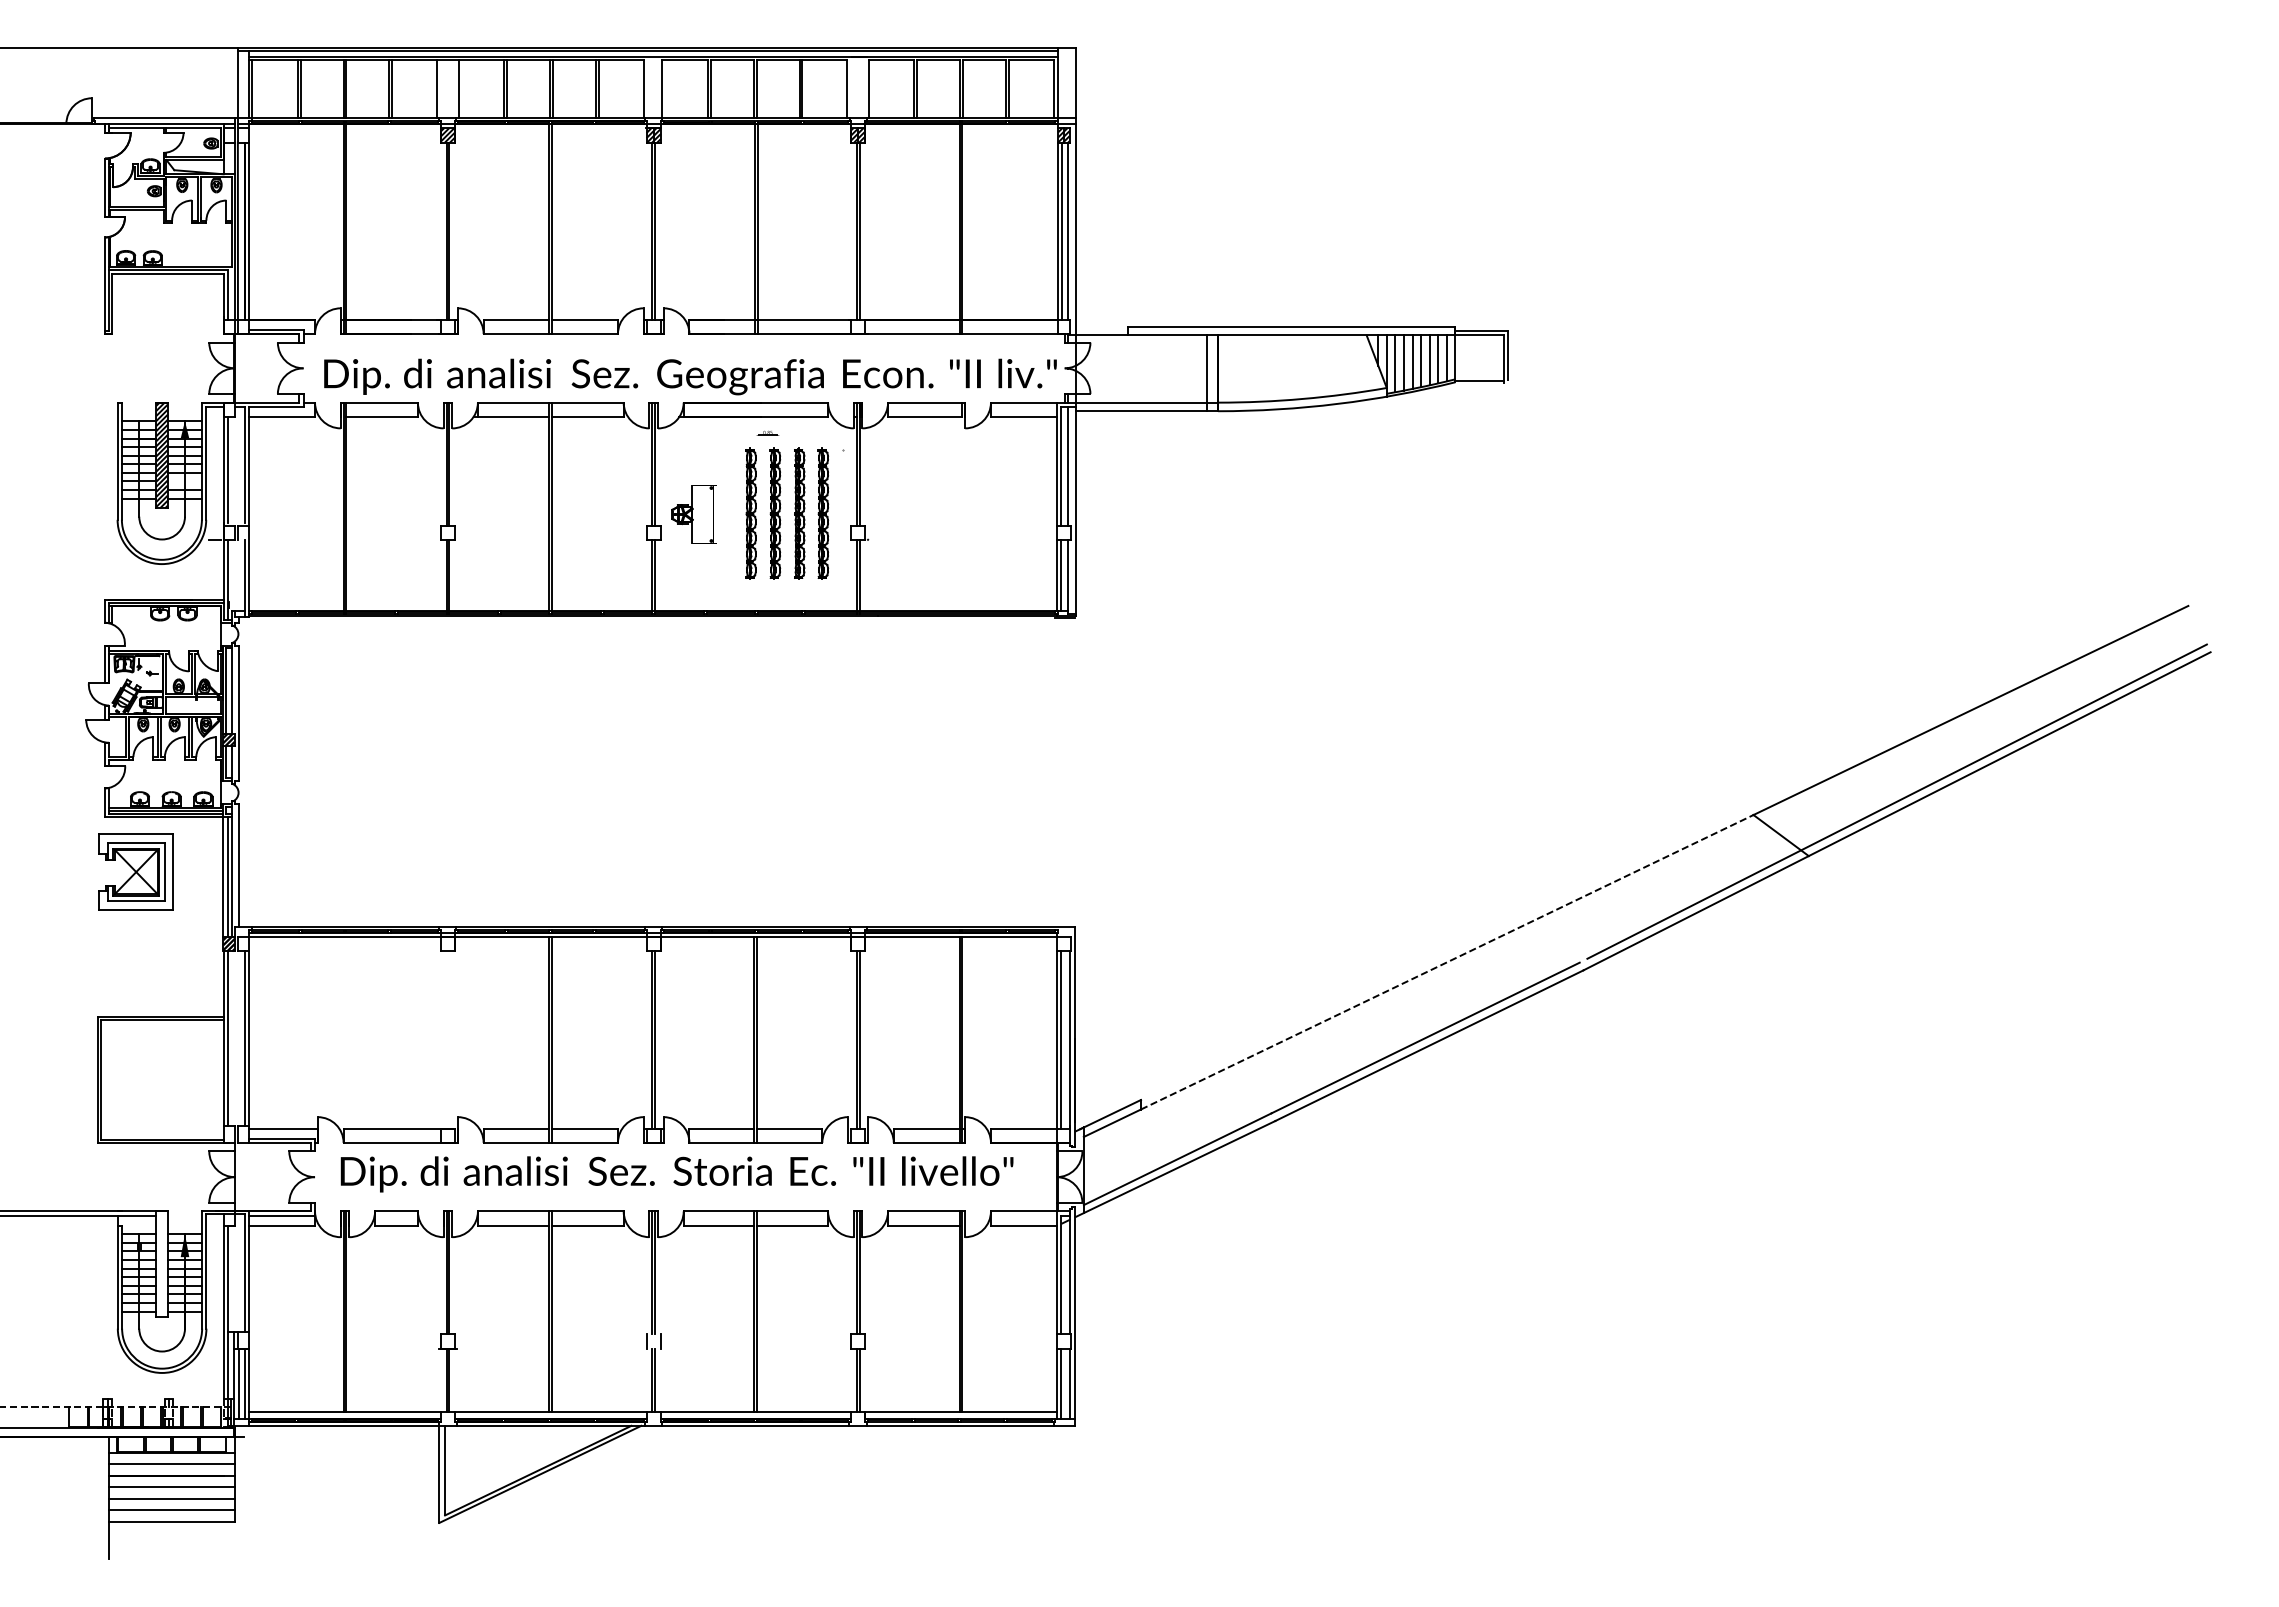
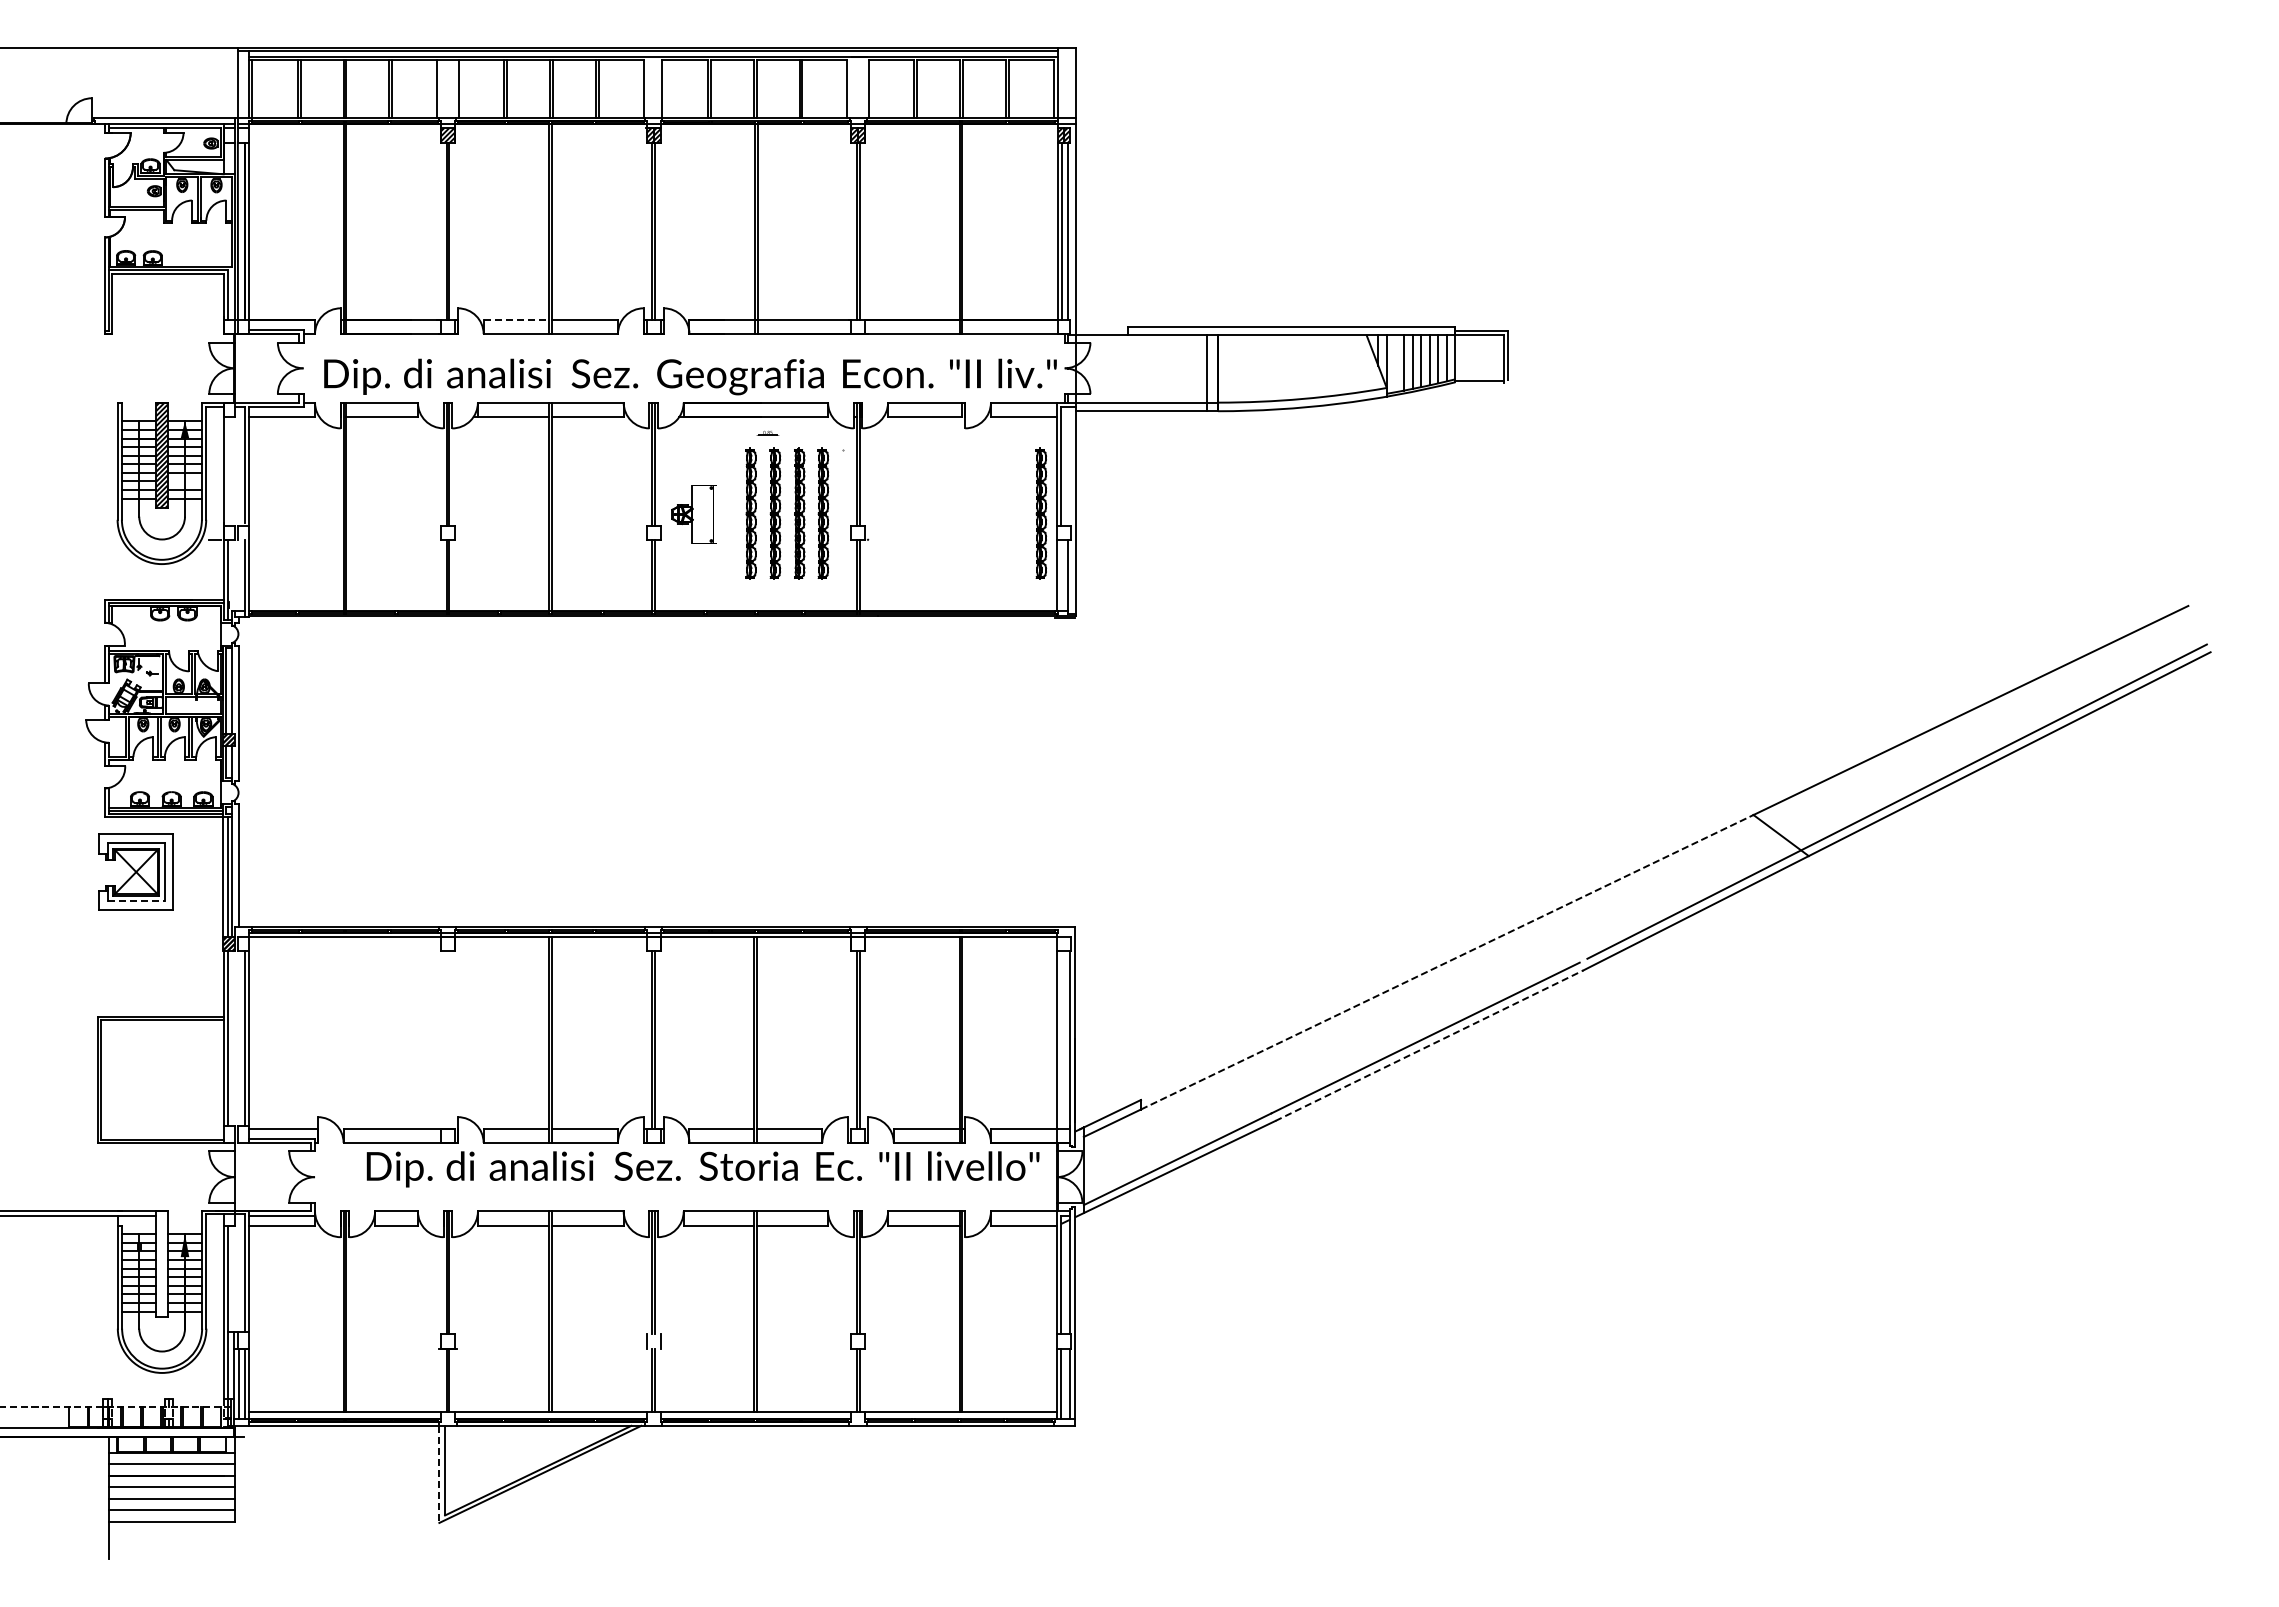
line at (516, 319): solid -> dashed
line at (1395, 363): present -> none
line at (1067, 465): present -> none
line at (227, 469): present -> none
part at (1040, 513): none -> present
line at (1060, 574): present -> none
line at (136, 901): solid -> dashed
line at (1060, 1039): present -> none
line at (1429, 1045): solid -> dashed
text at (676, 1174) position: (676, 1174) -> (702, 1169)
line at (439, 1474): solid -> dashed
